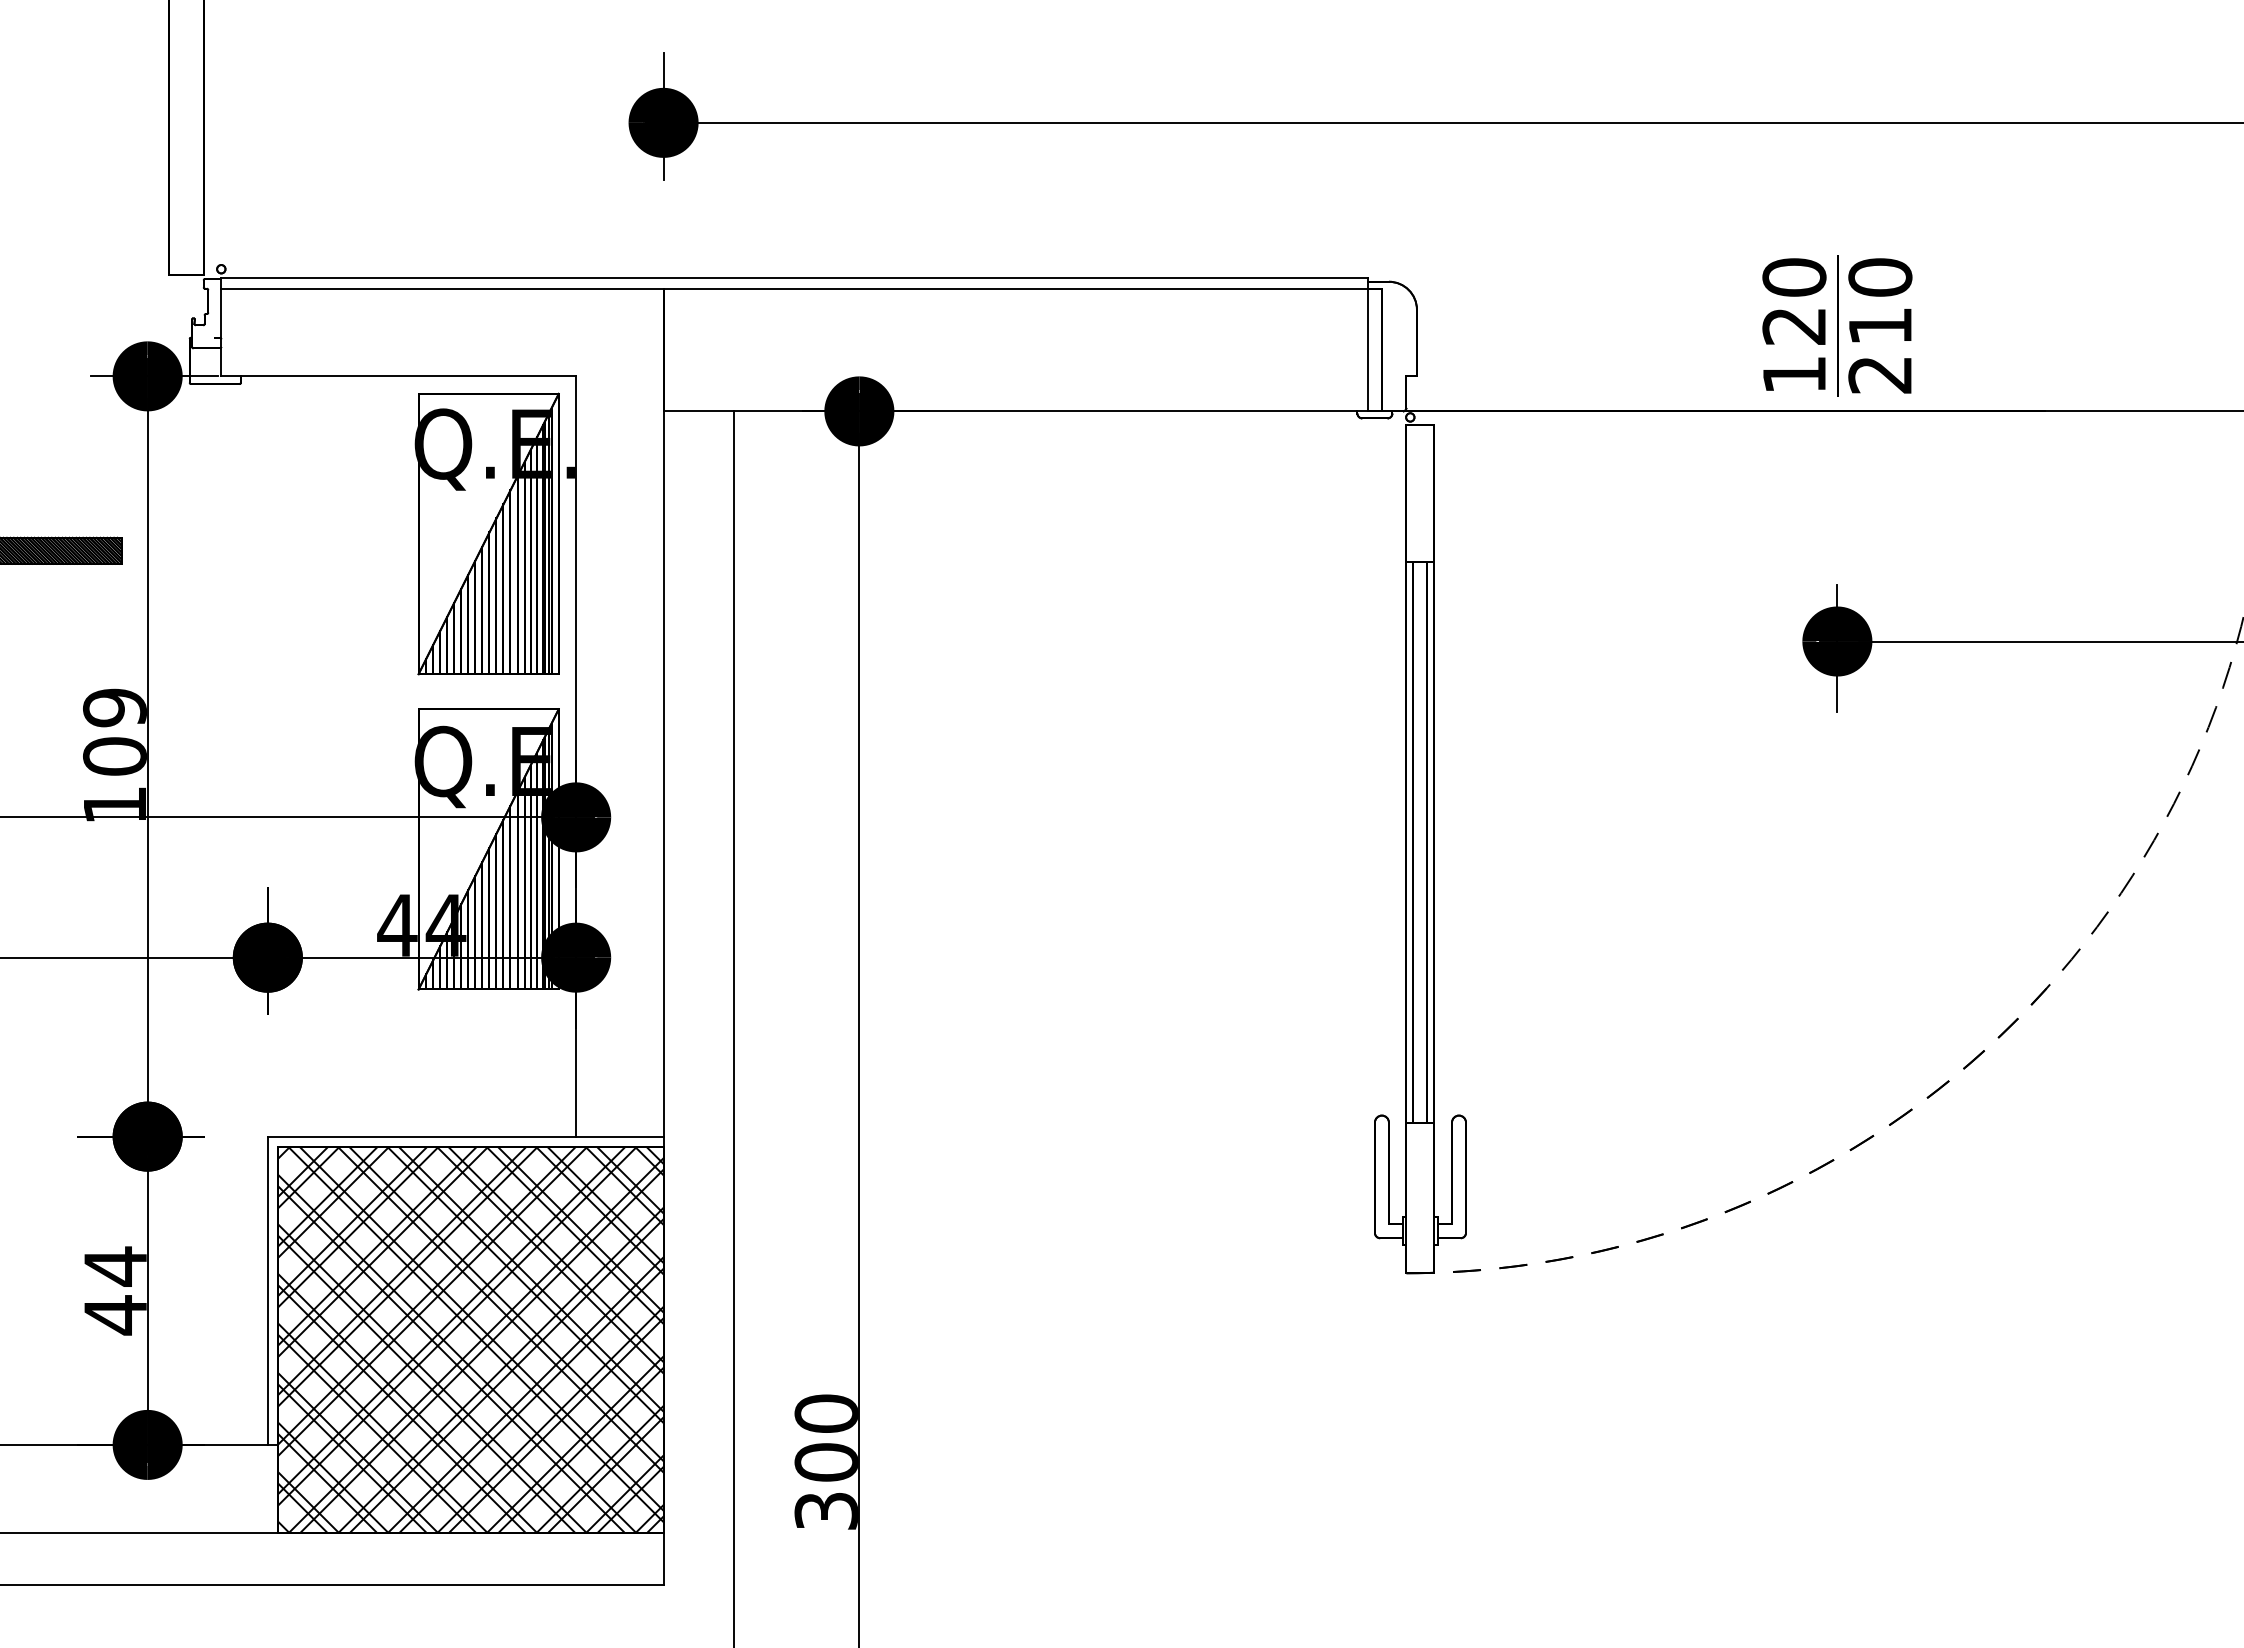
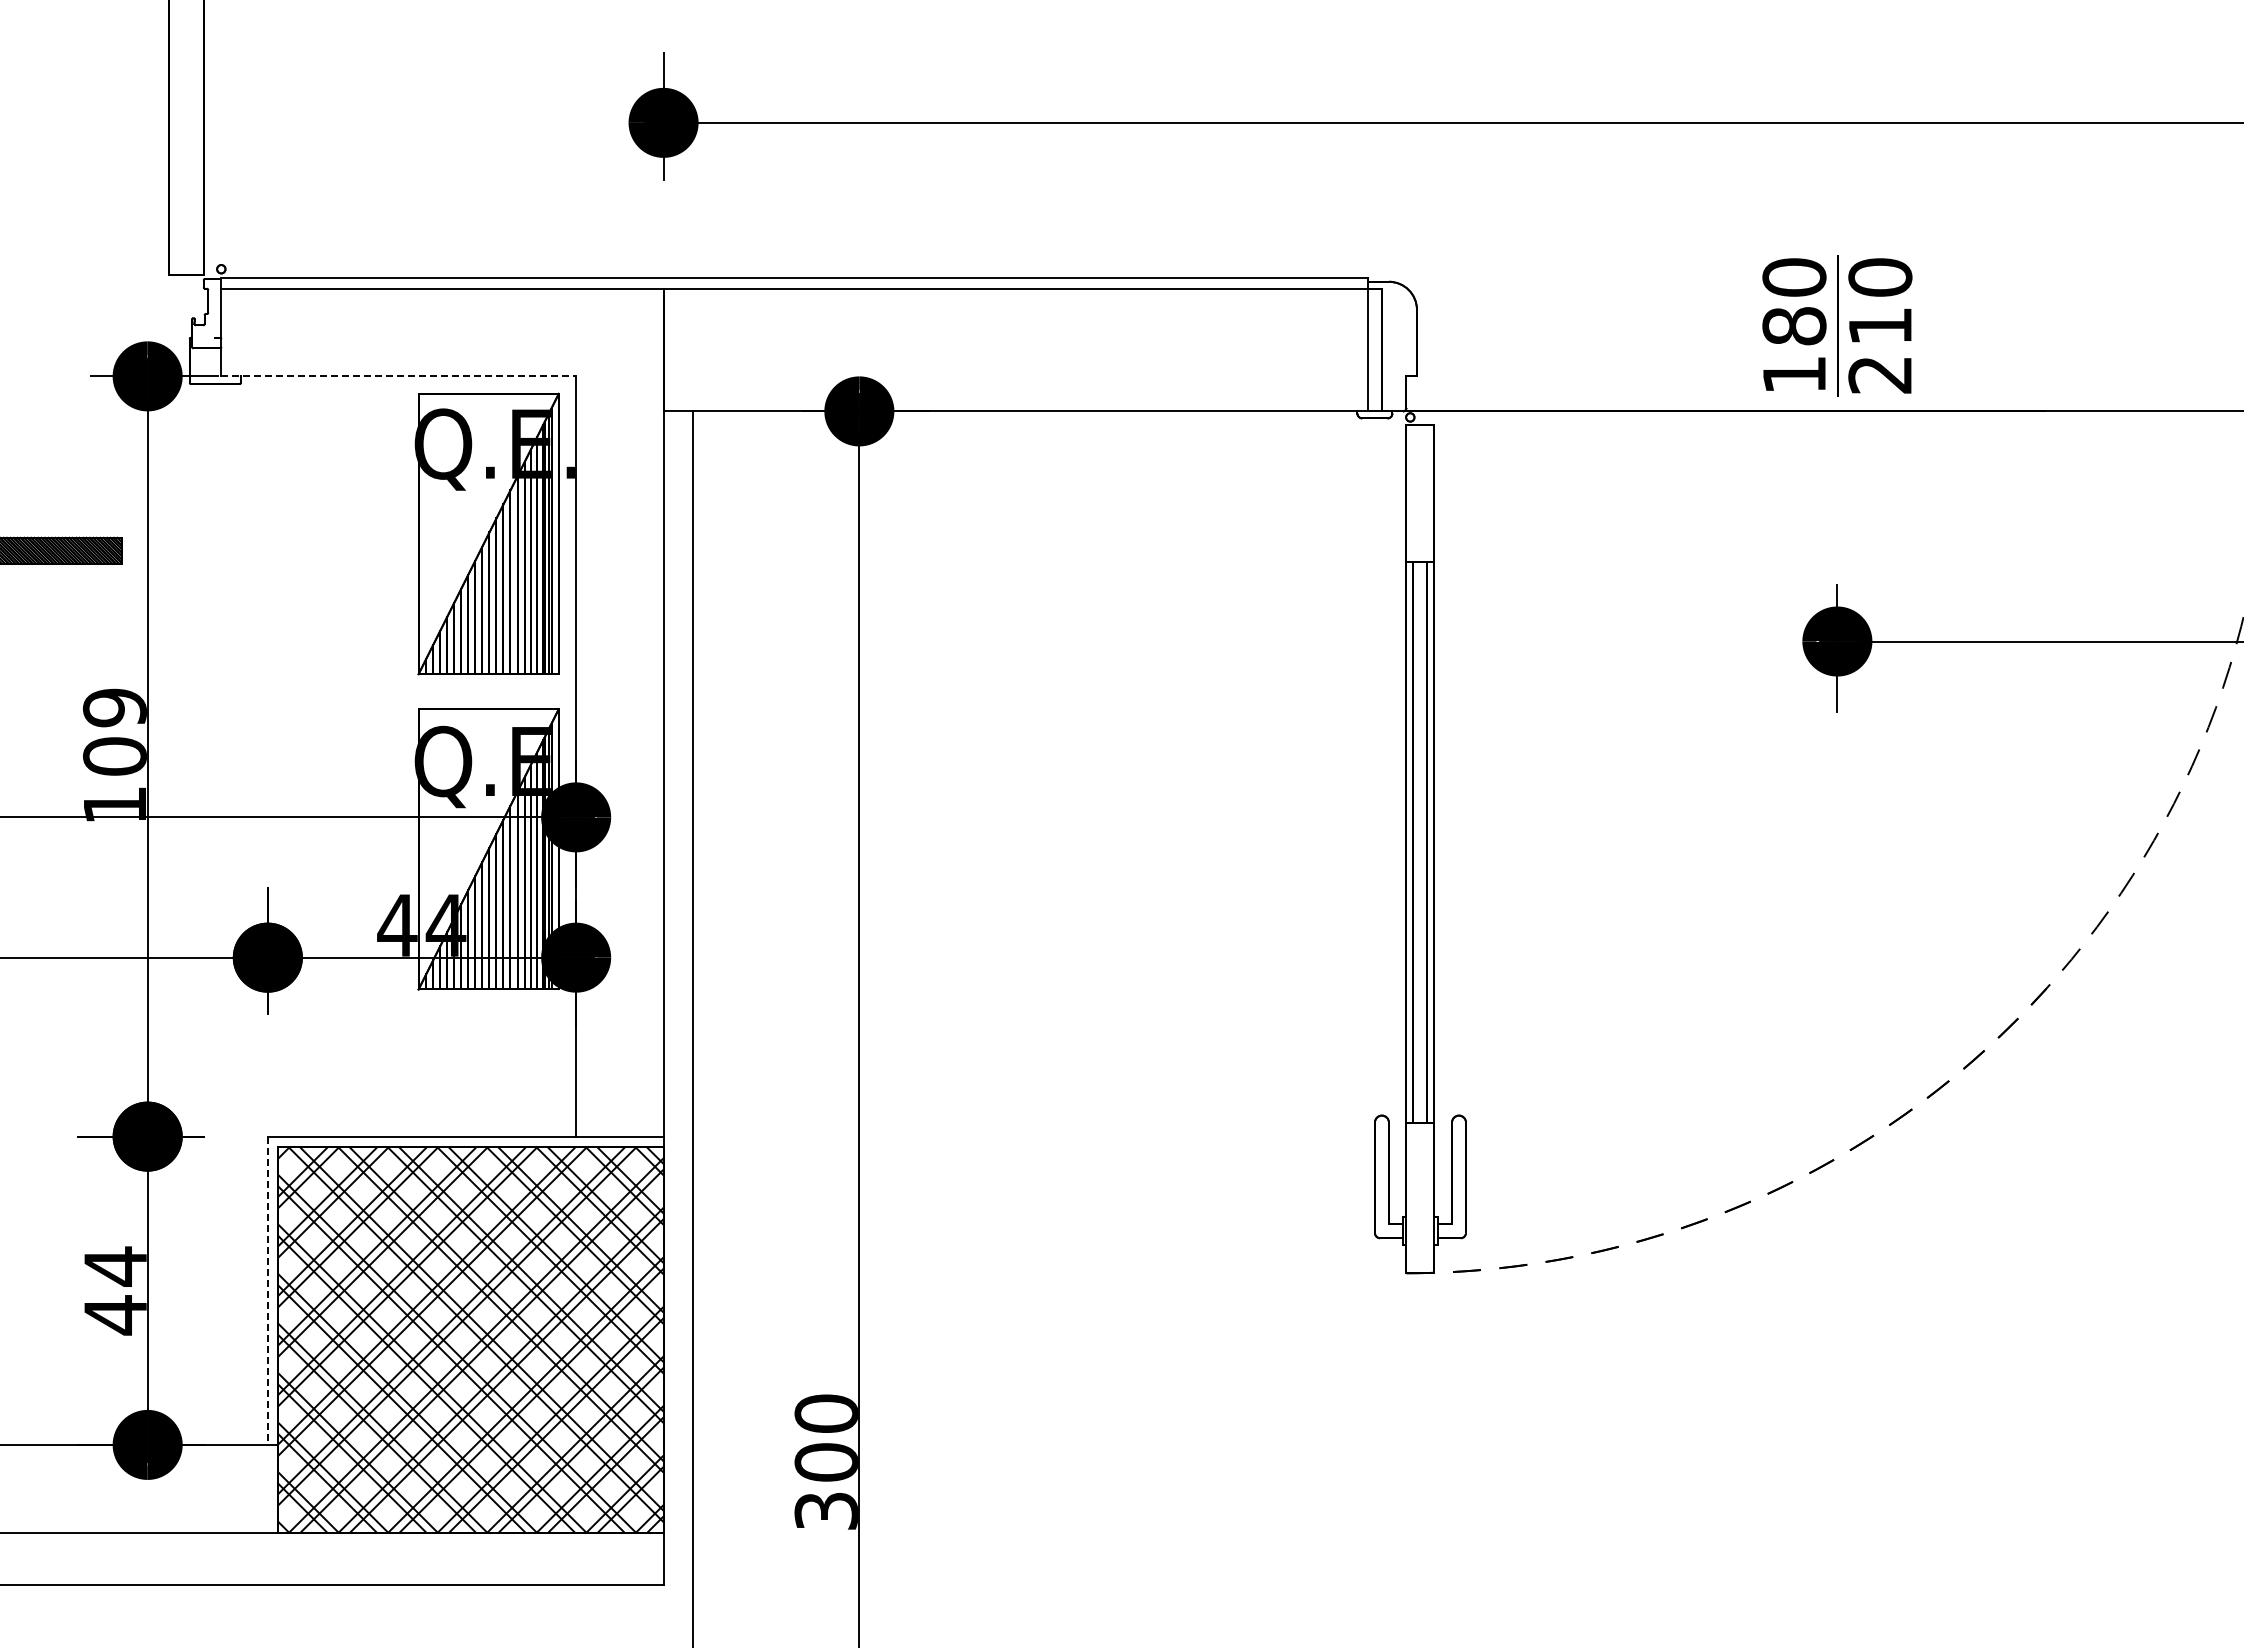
text at (1794, 326): 120 -> 180
line at (399, 376): solid -> dashed
line at (733, 1027) position: (733, 1027) -> (692, 1027)
line at (267, 1291): solid -> dashed
